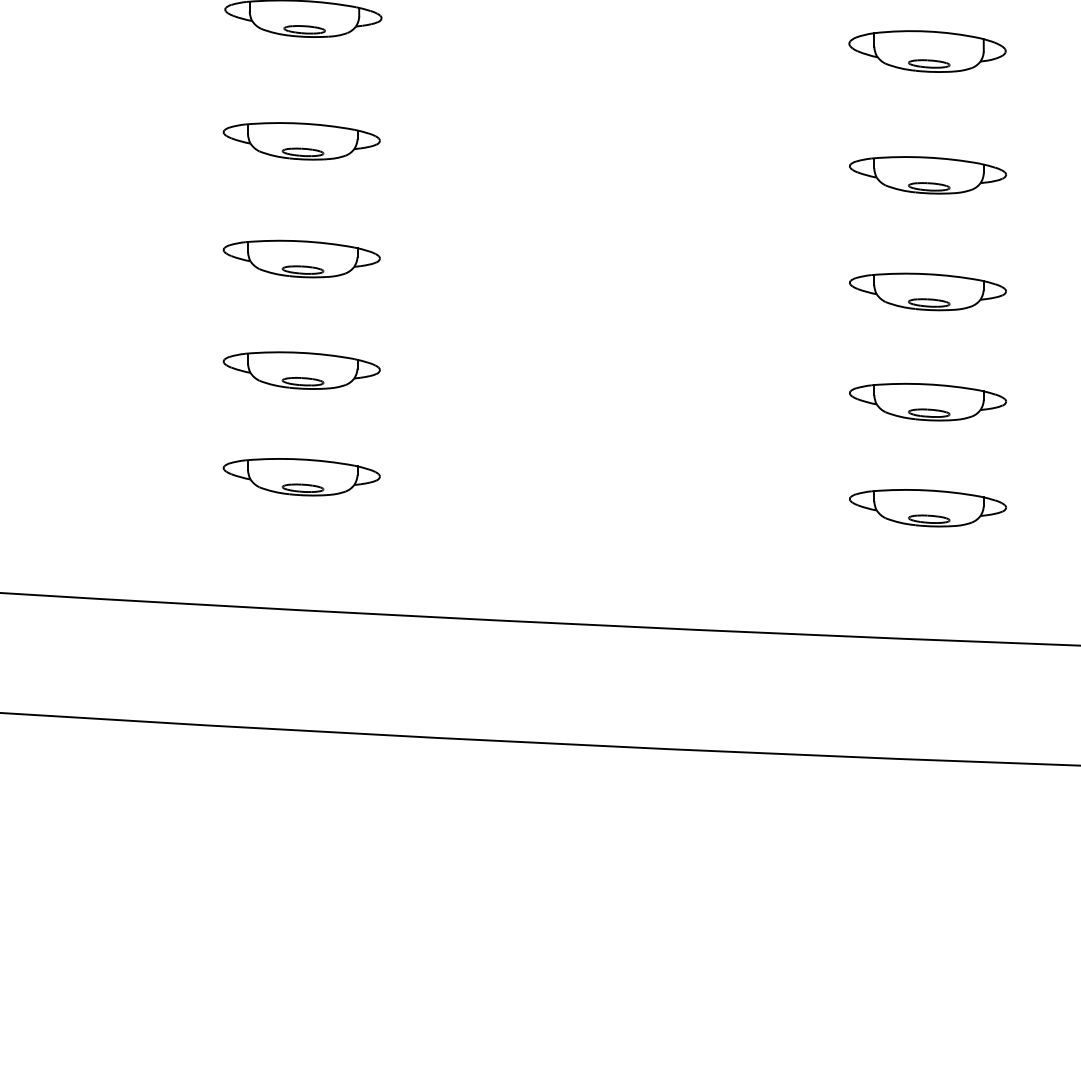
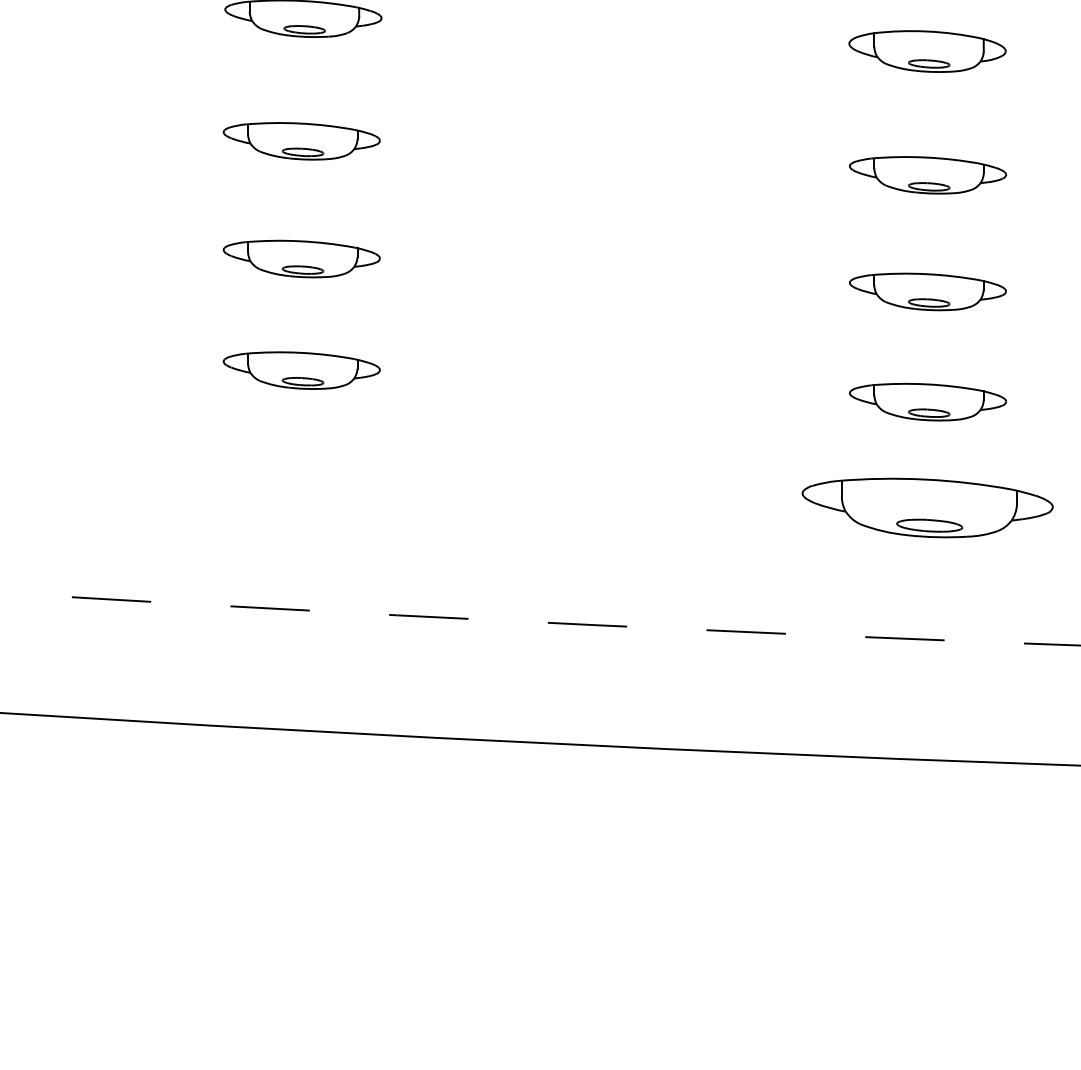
part at (301, 477): present -> none
part at (928, 508) size: 159x39 px -> 253x62 px
arc at (541, 622): solid -> dashed
